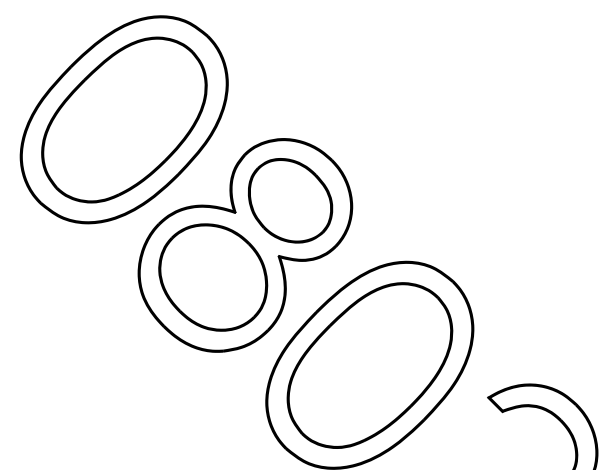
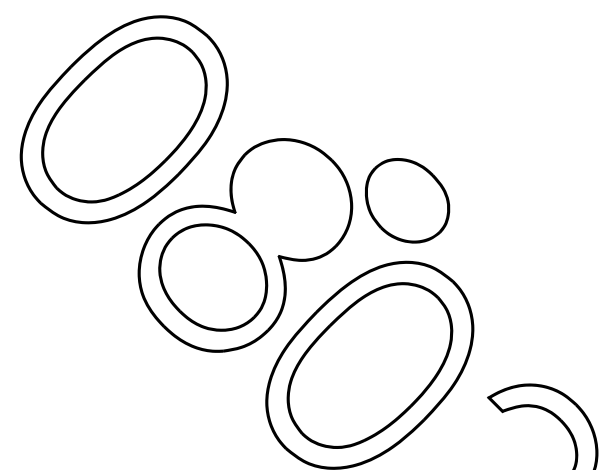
part at (290, 200) position: (290, 200) -> (407, 200)
